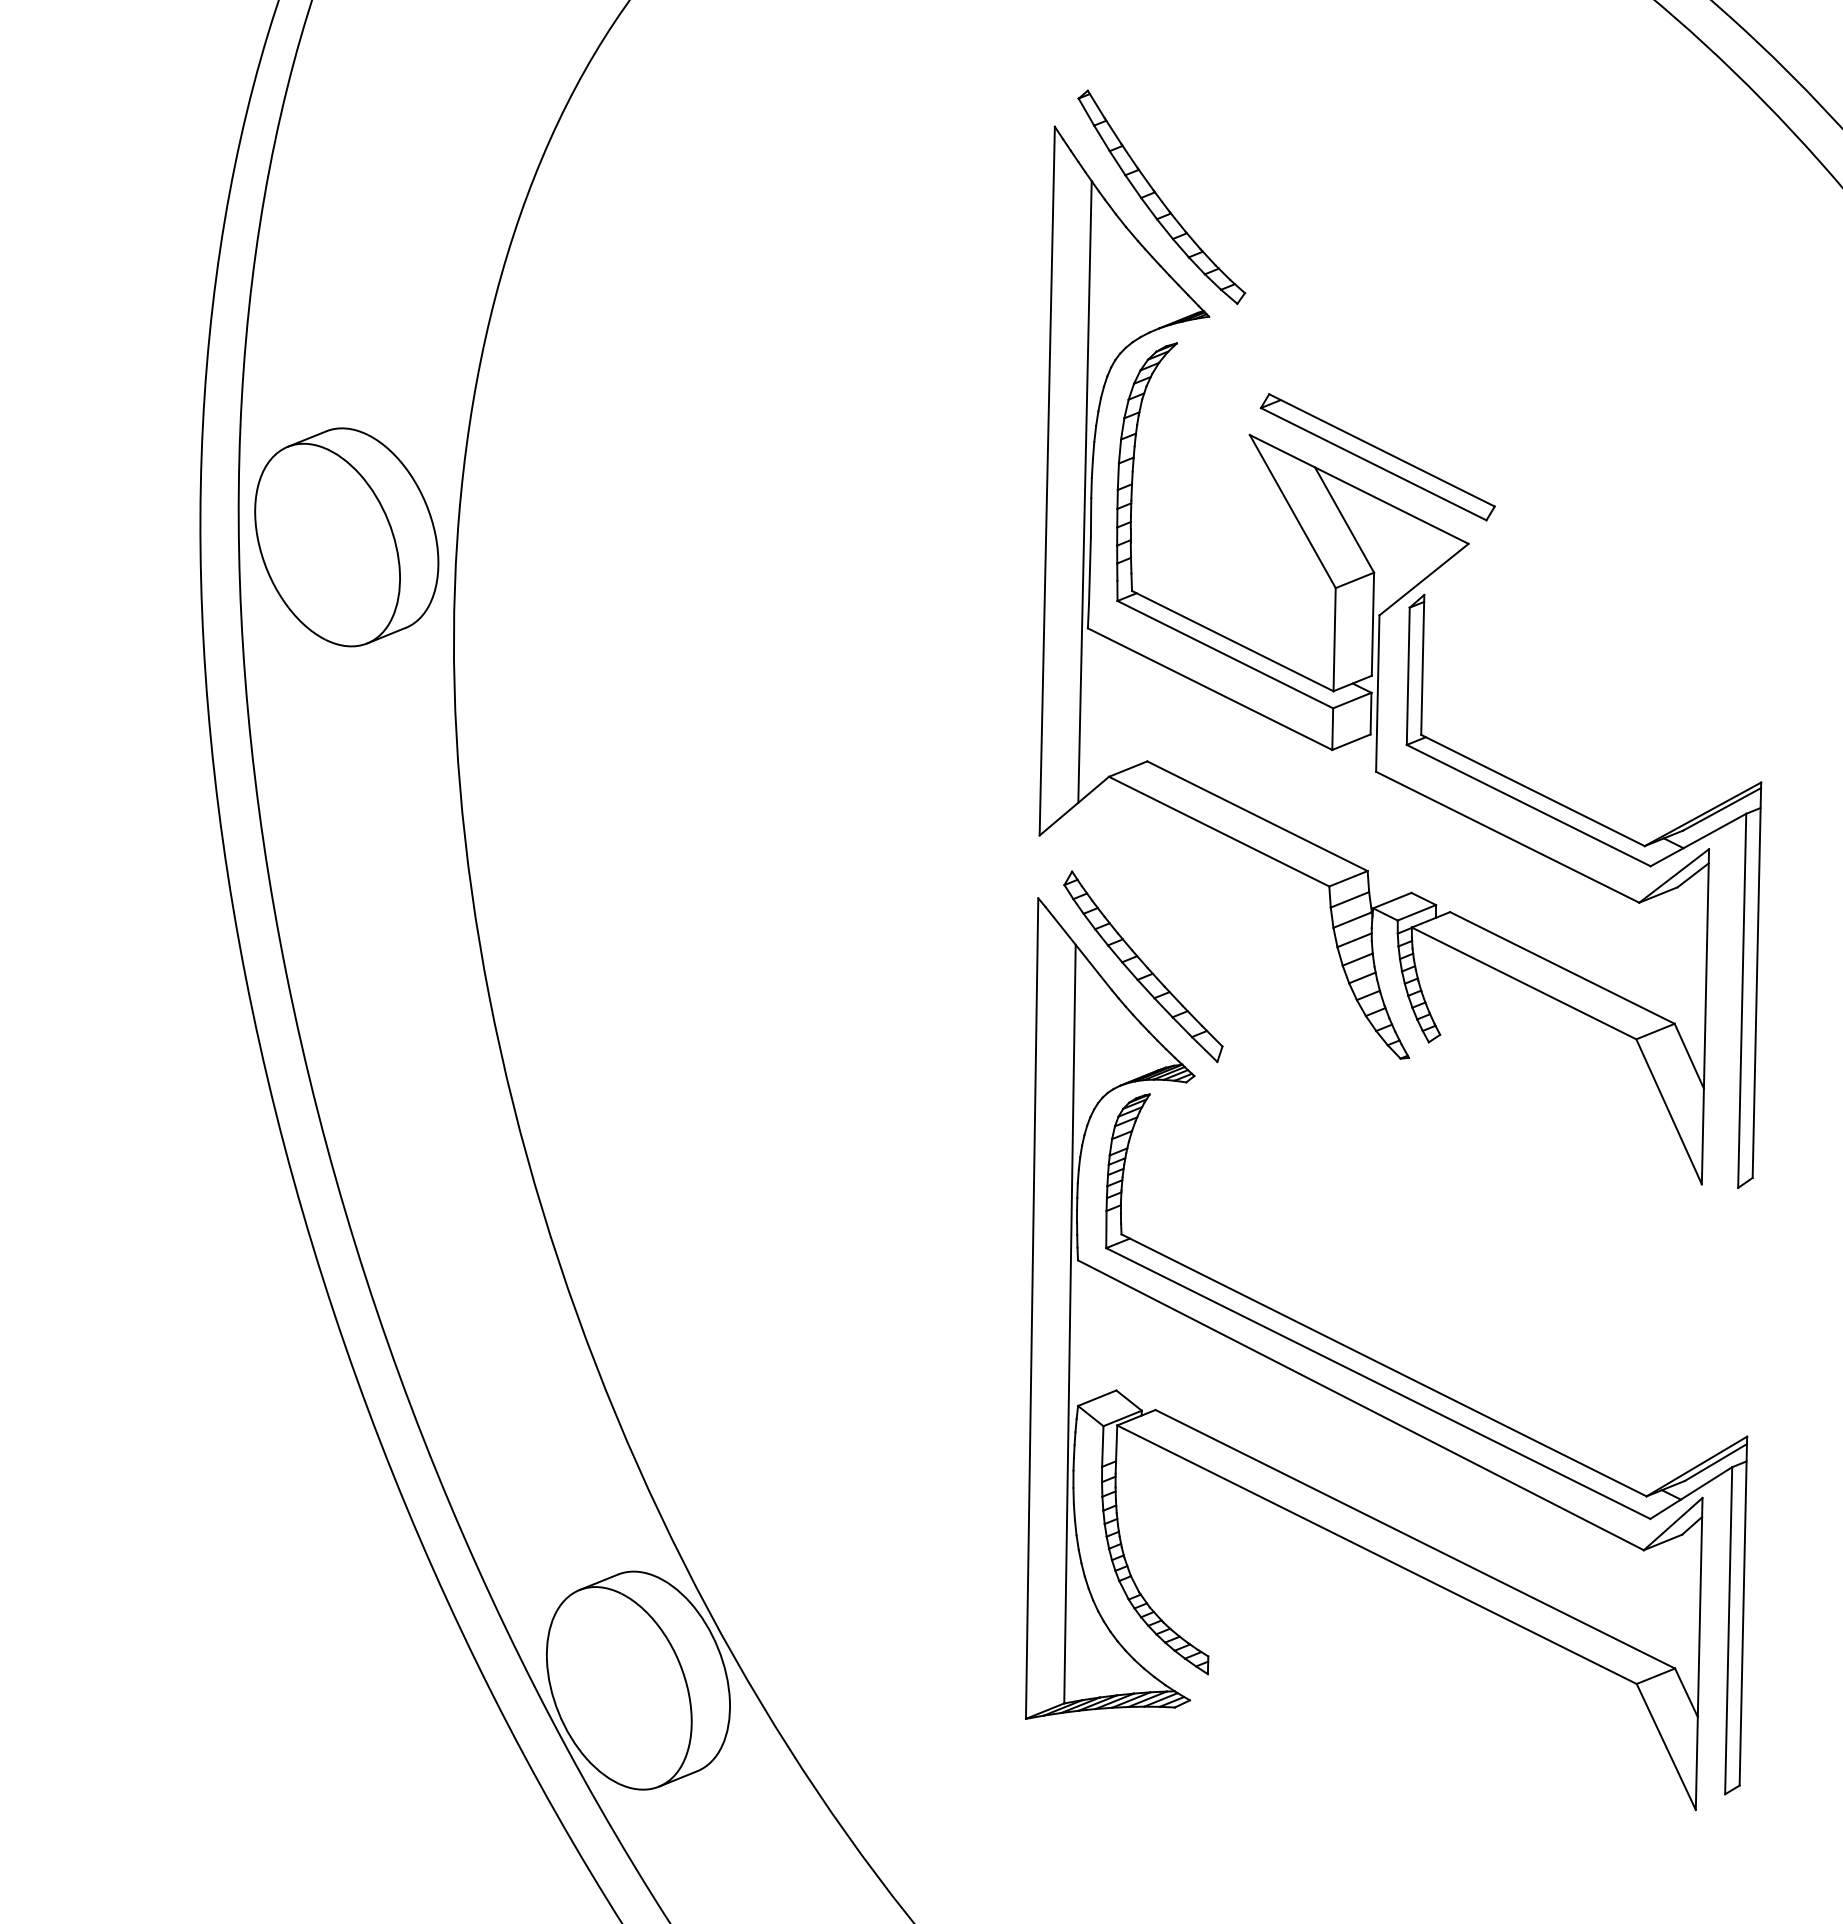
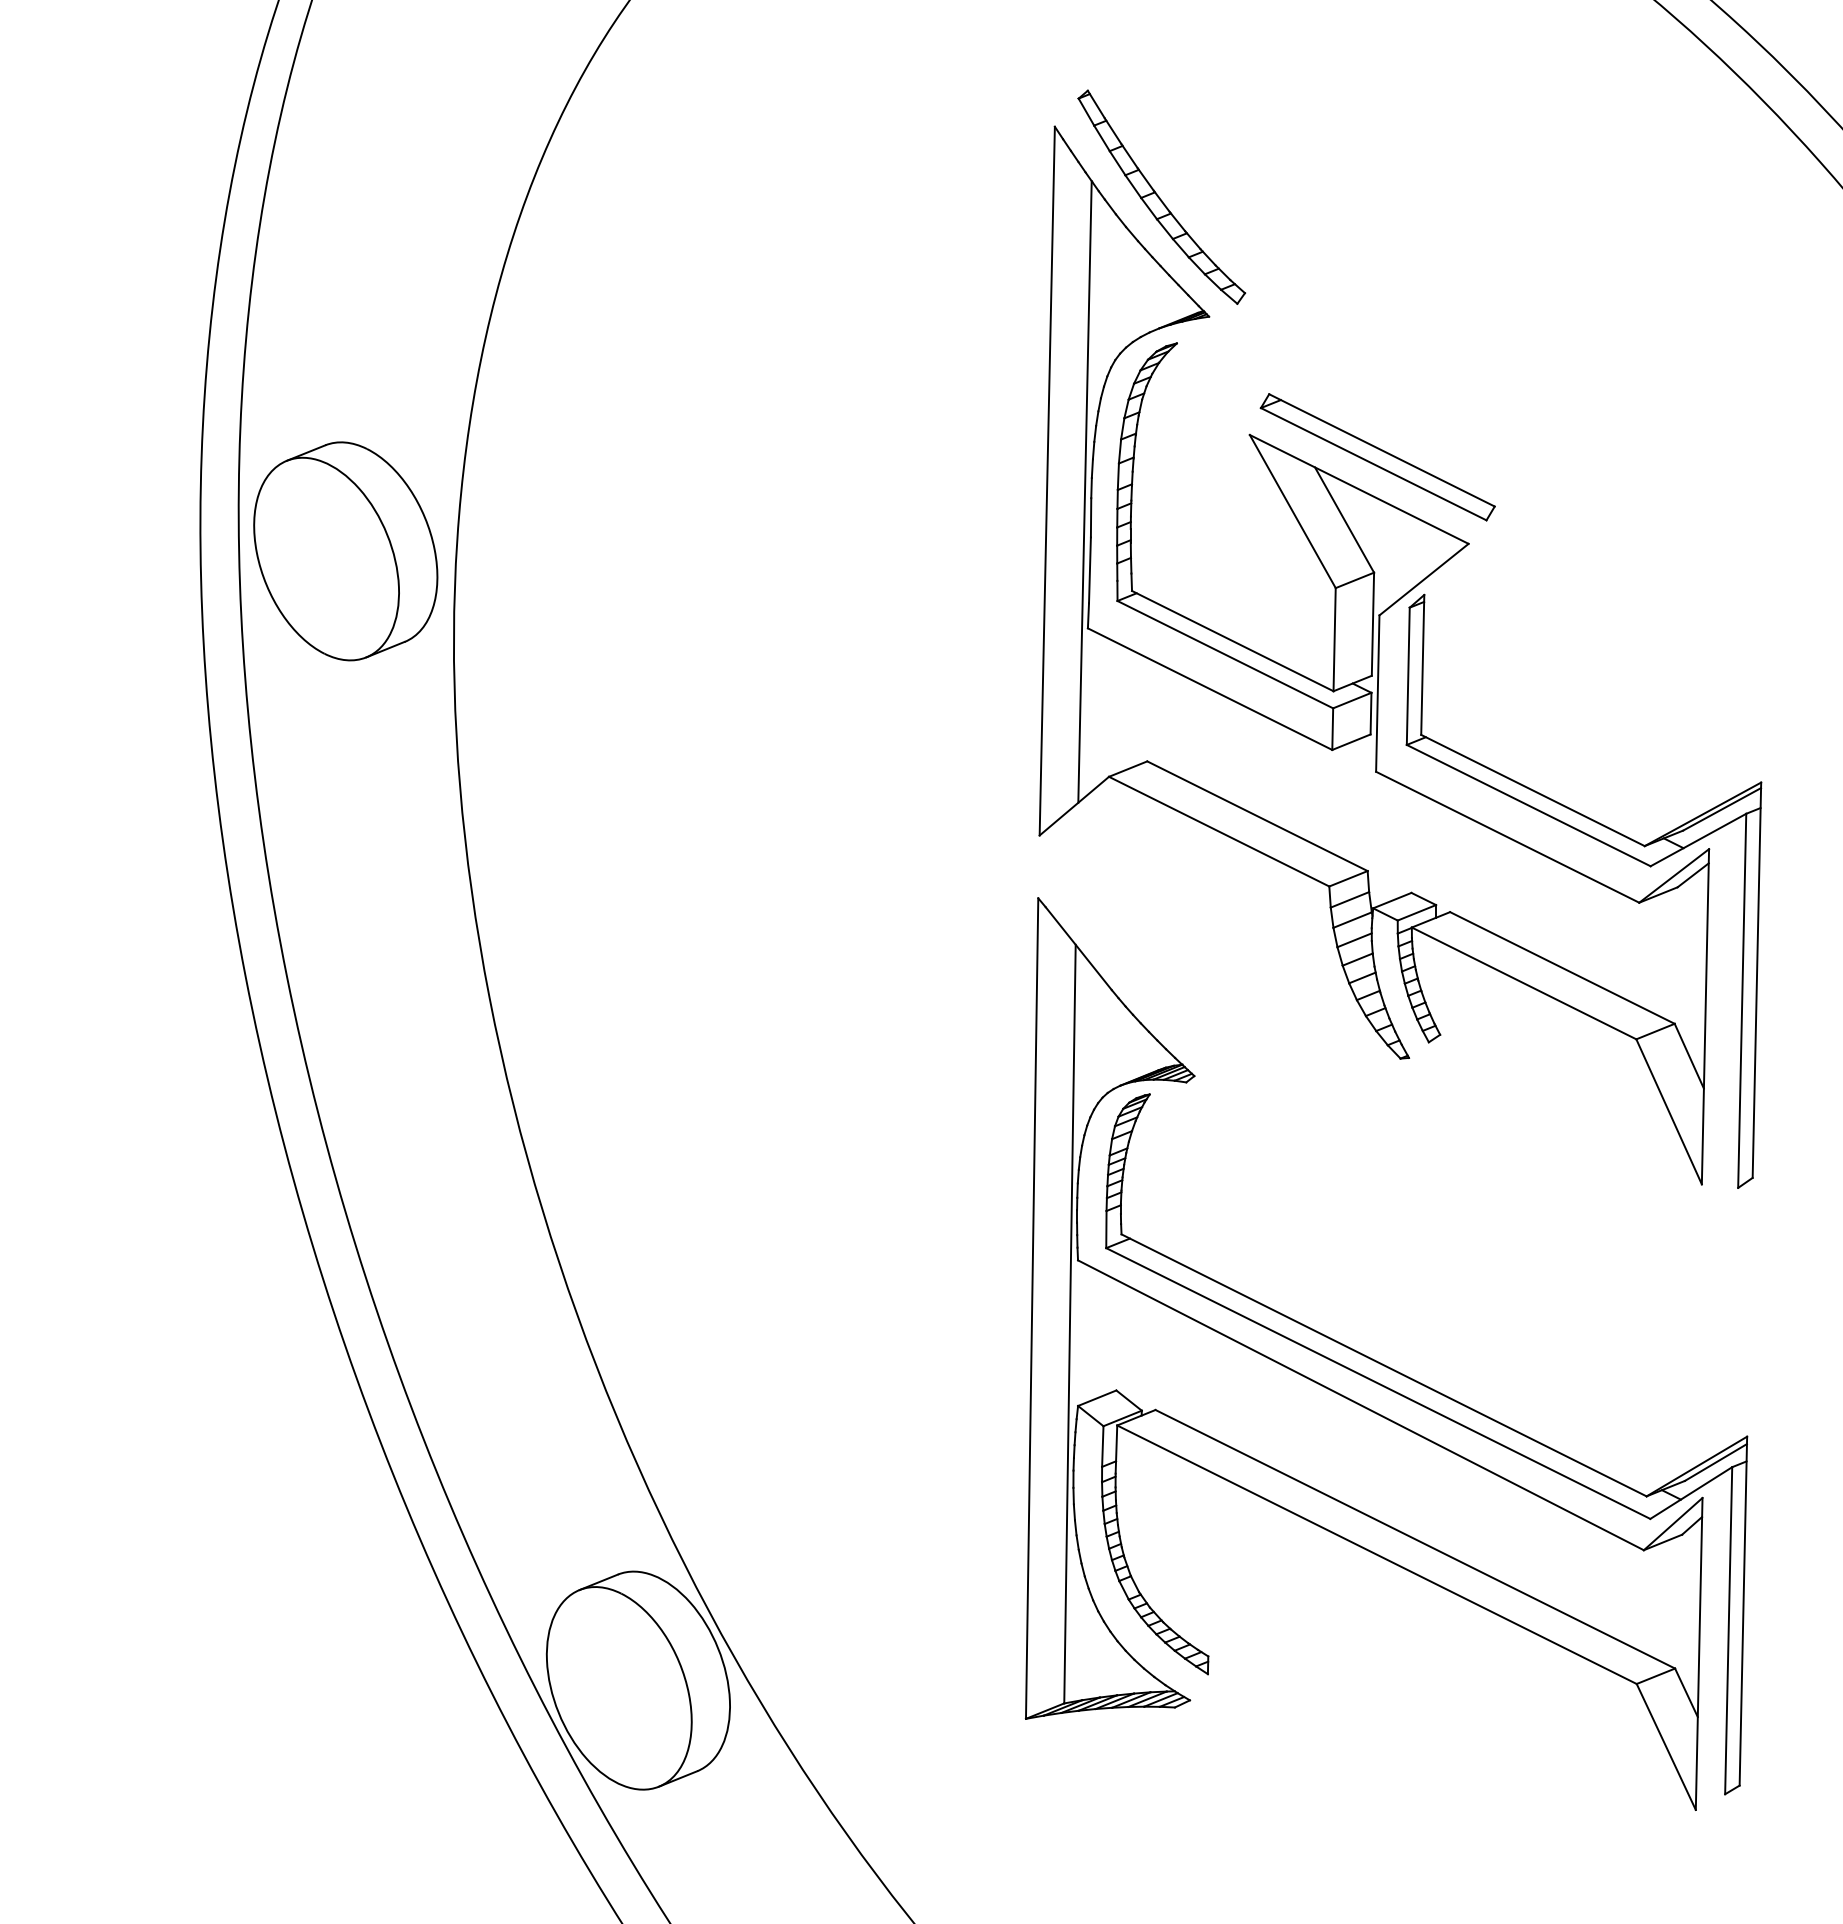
part at (346, 537) position: (346, 537) -> (345, 551)
part at (1143, 966): present -> none
